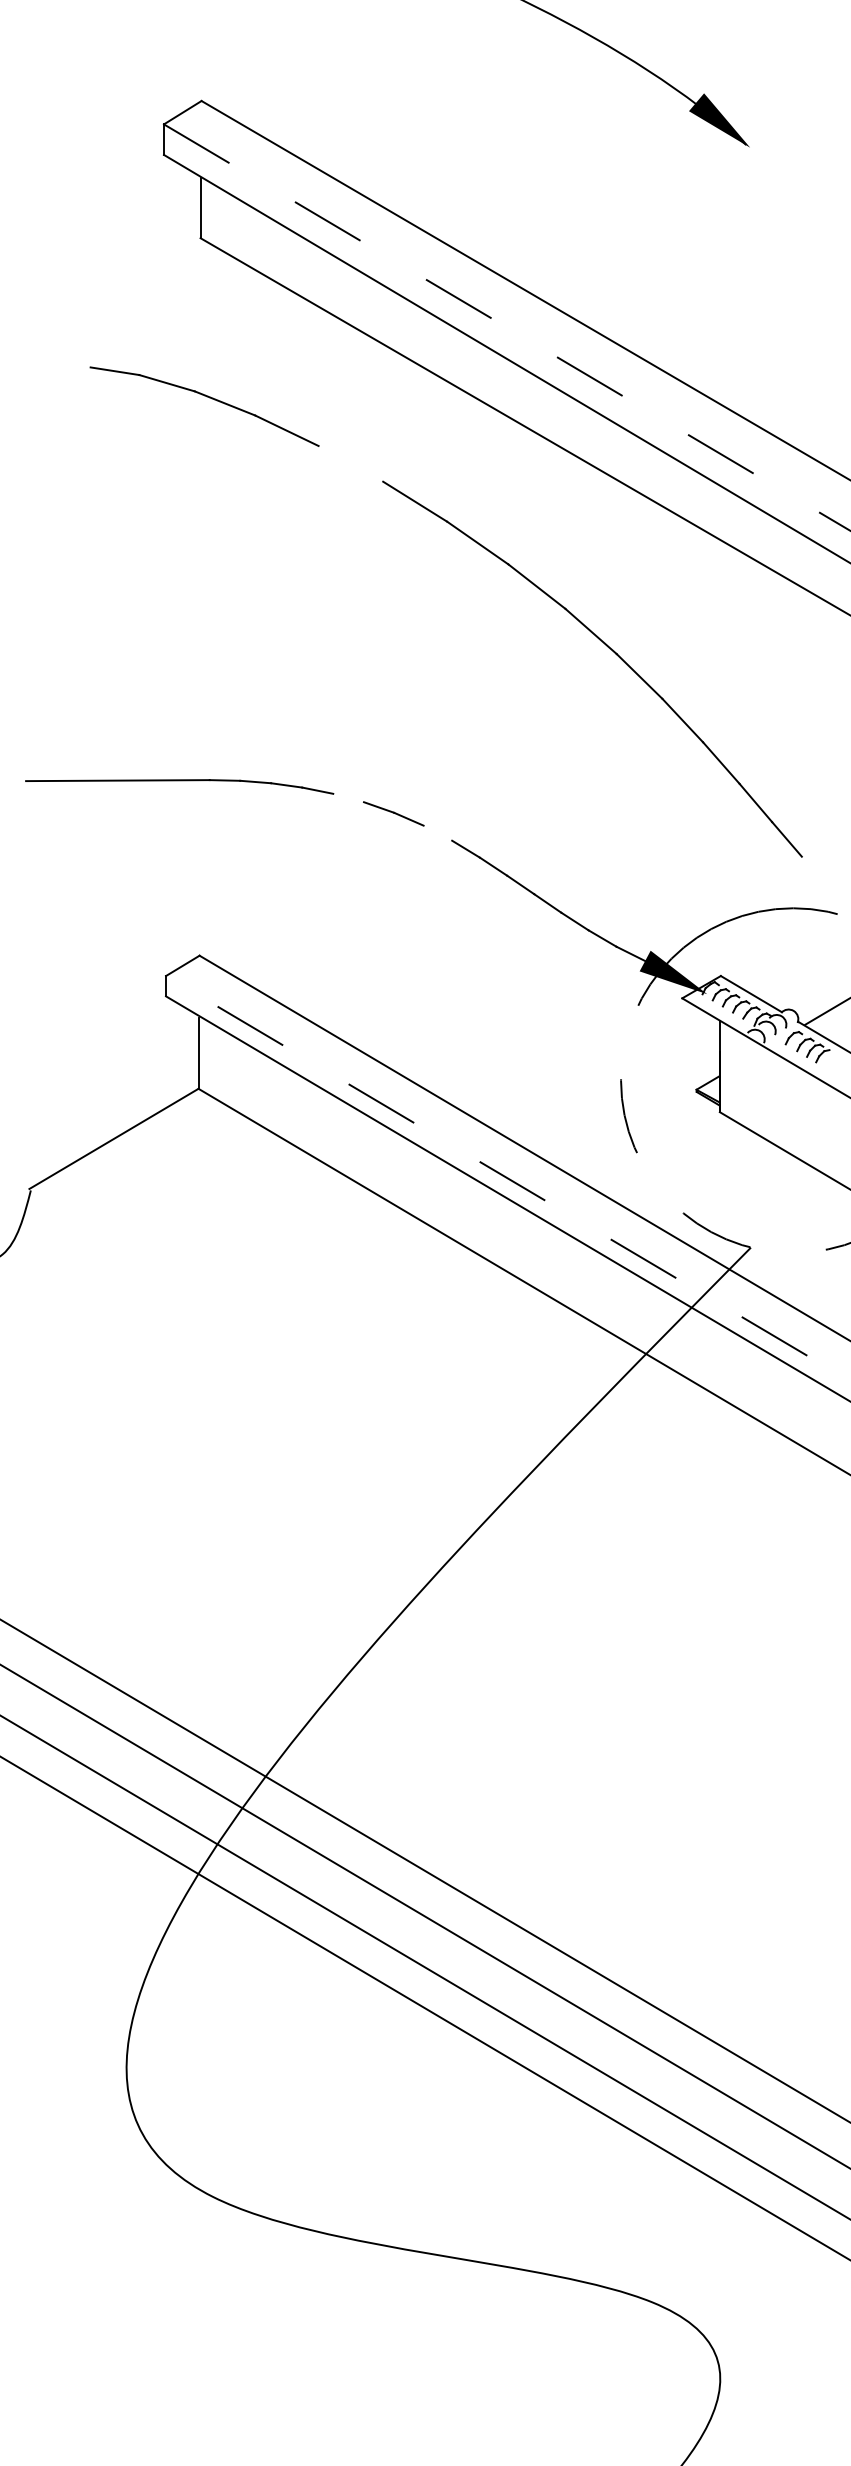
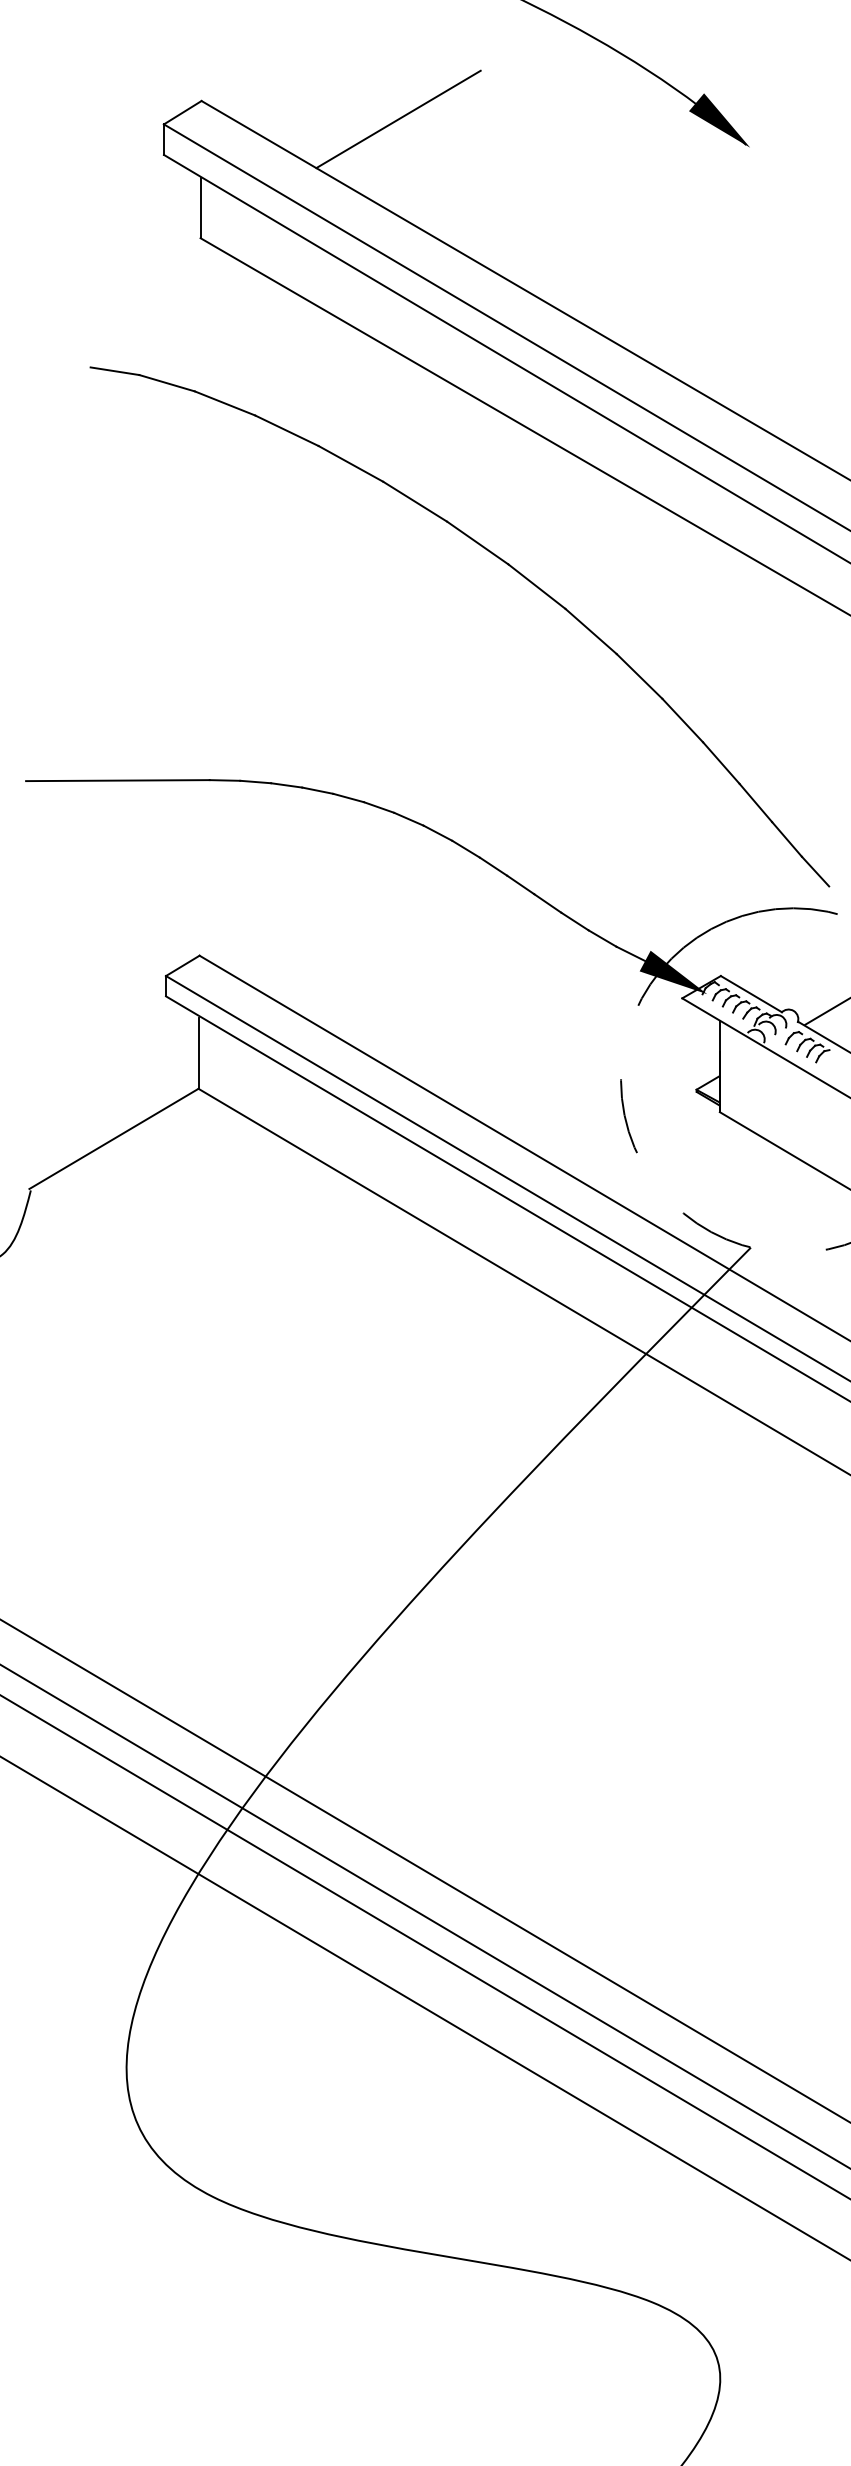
line at (398, 119): none -> present
line at (507, 327): dashed -> solid
line at (350, 463): none -> present
line at (348, 797): none -> present
line at (437, 832): none -> present
line at (815, 871): none -> present
line at (508, 1178): dashed -> solid
line at (424, 1966) position: (424, 1966) -> (424, 1946)
